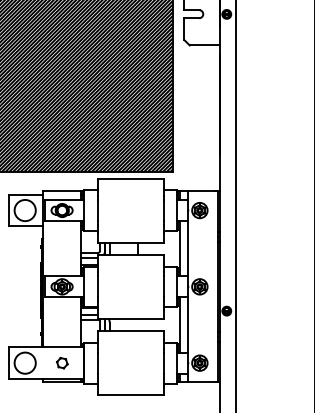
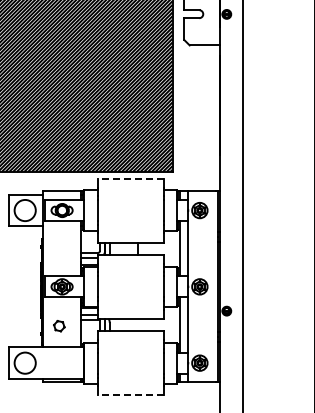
line at (130, 178): solid -> dashed
line at (236, 205) position: (236, 205) -> (243, 205)
part at (62, 363) position: (62, 363) -> (59, 326)
line at (130, 395): solid -> dashed
